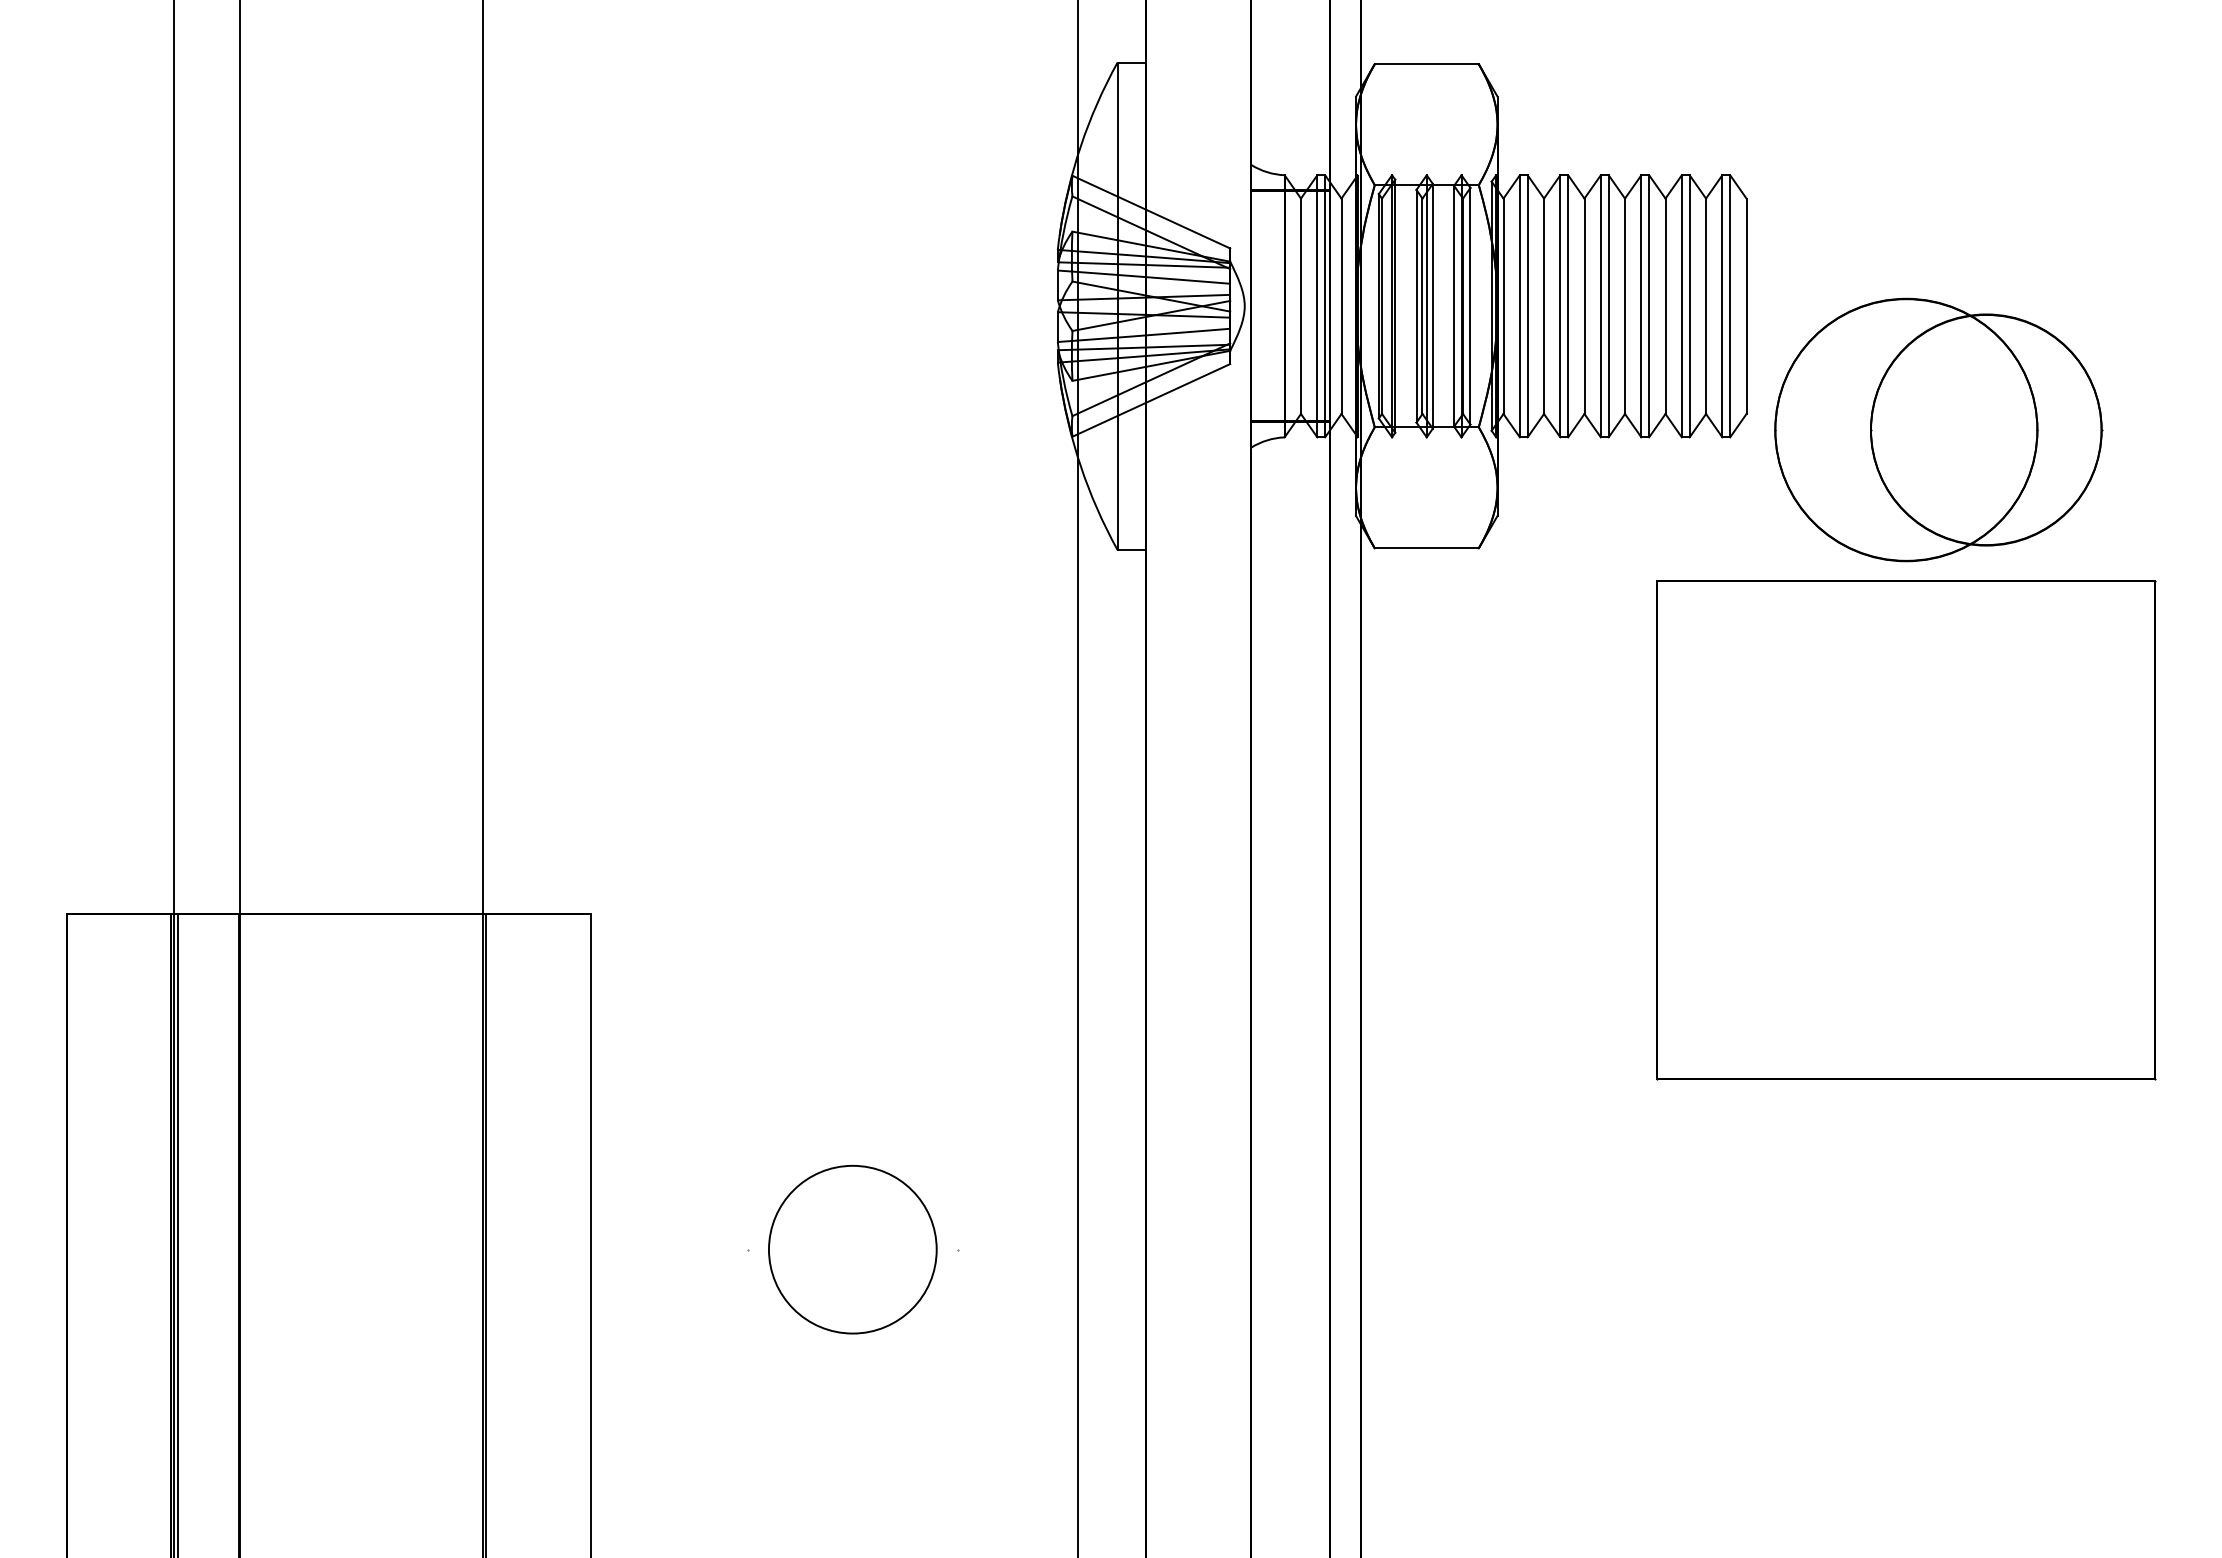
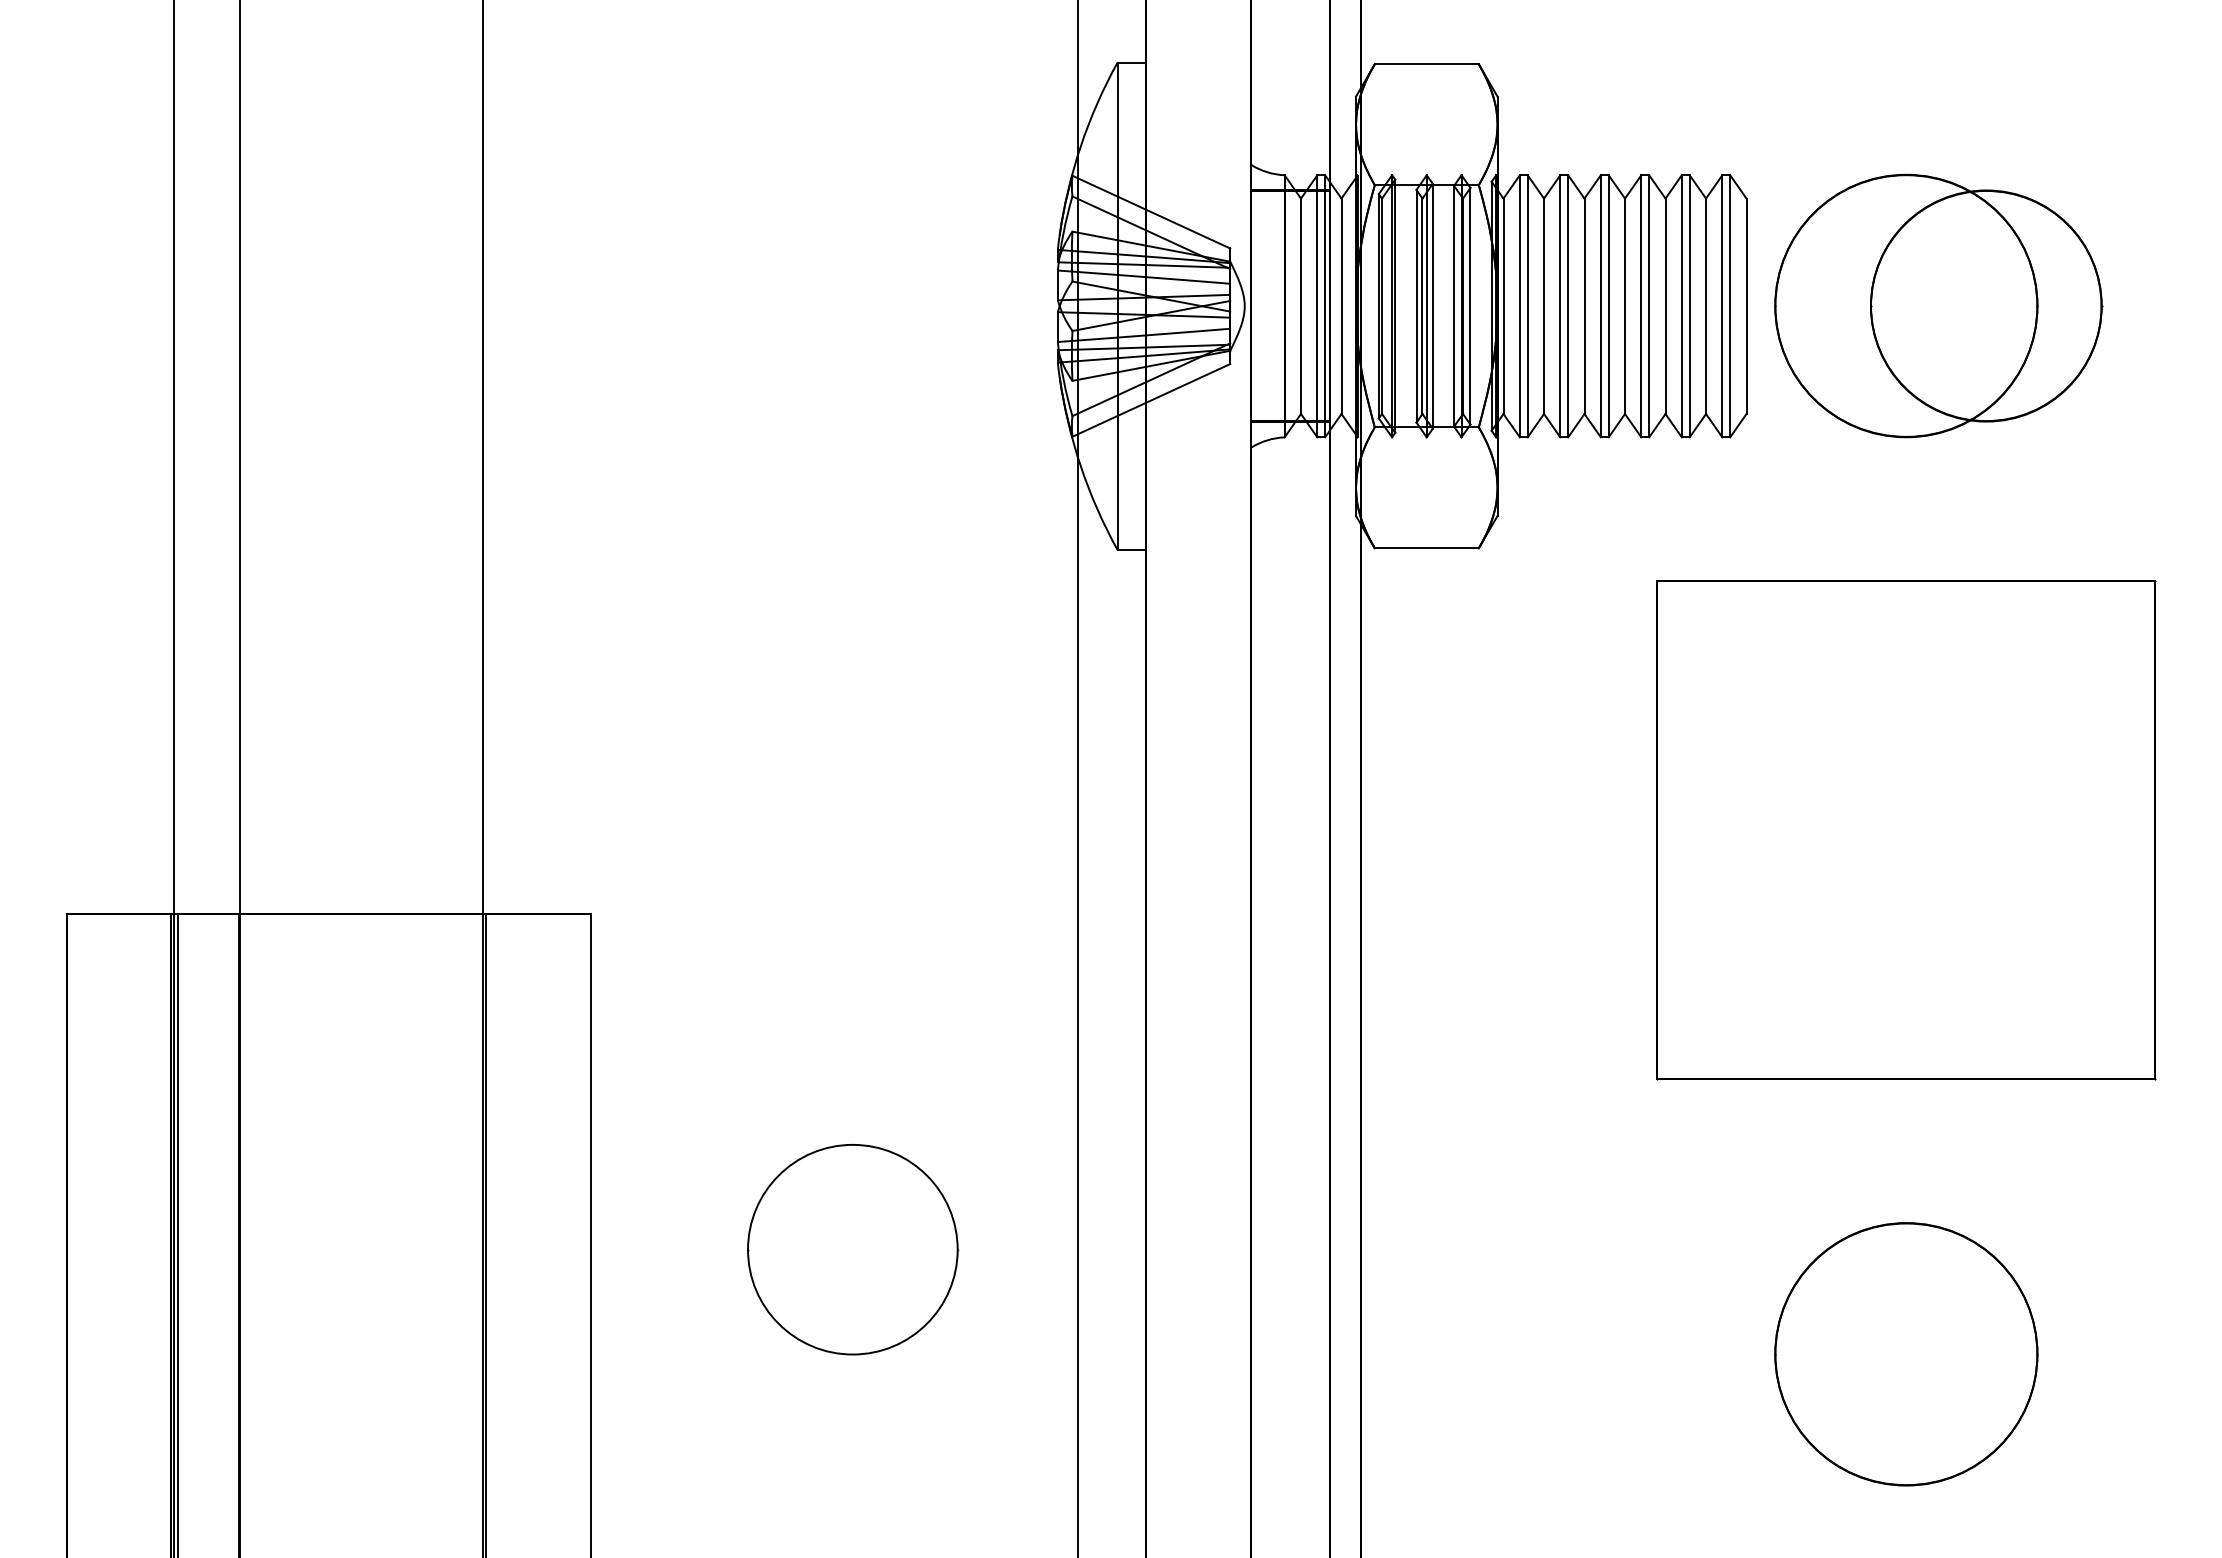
part at (1938, 429) position: (1938, 429) -> (1938, 305)
circle at (852, 1249) diameter: 168 px -> 210 px
circle at (1906, 1354): none -> present
